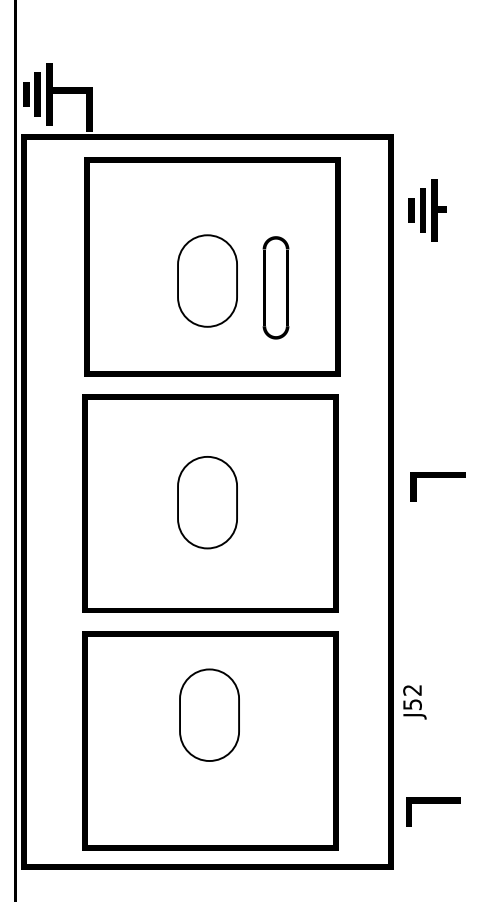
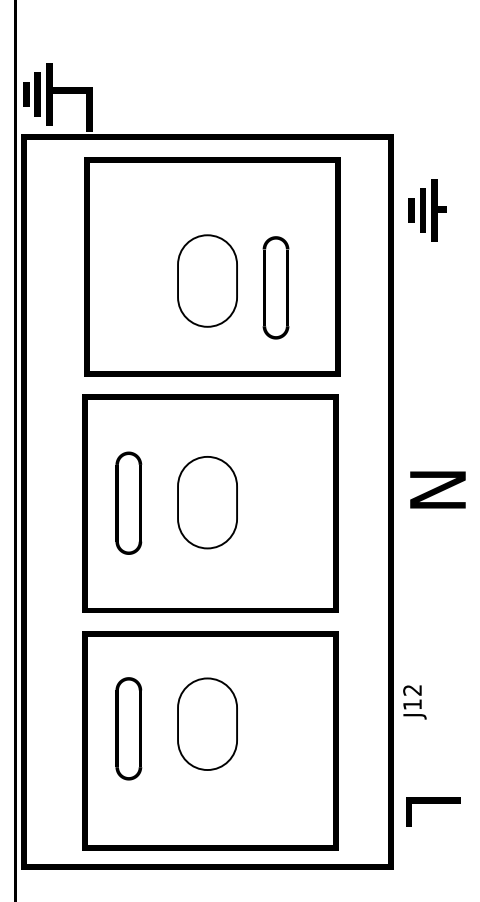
text at (437, 489): L -> N
curve at (118, 502): none -> present
text at (412, 704): J52 -> J12
part at (209, 714) position: (209, 714) -> (207, 723)
part at (128, 728): none -> present
